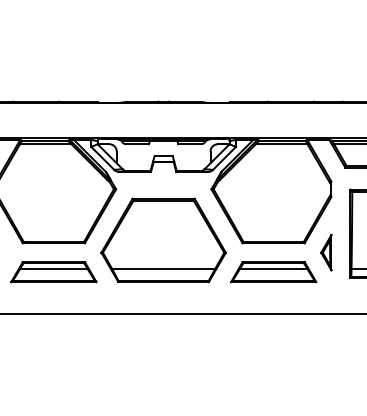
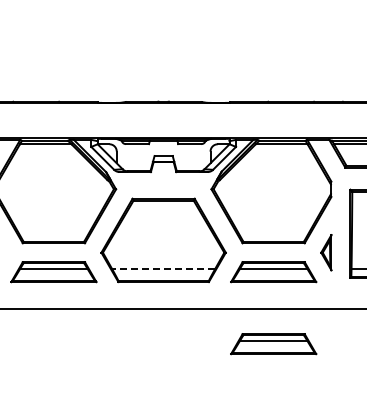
line at (163, 268): solid -> dashed
line at (182, 314) position: (182, 314) -> (182, 309)
part at (273, 344): none -> present
